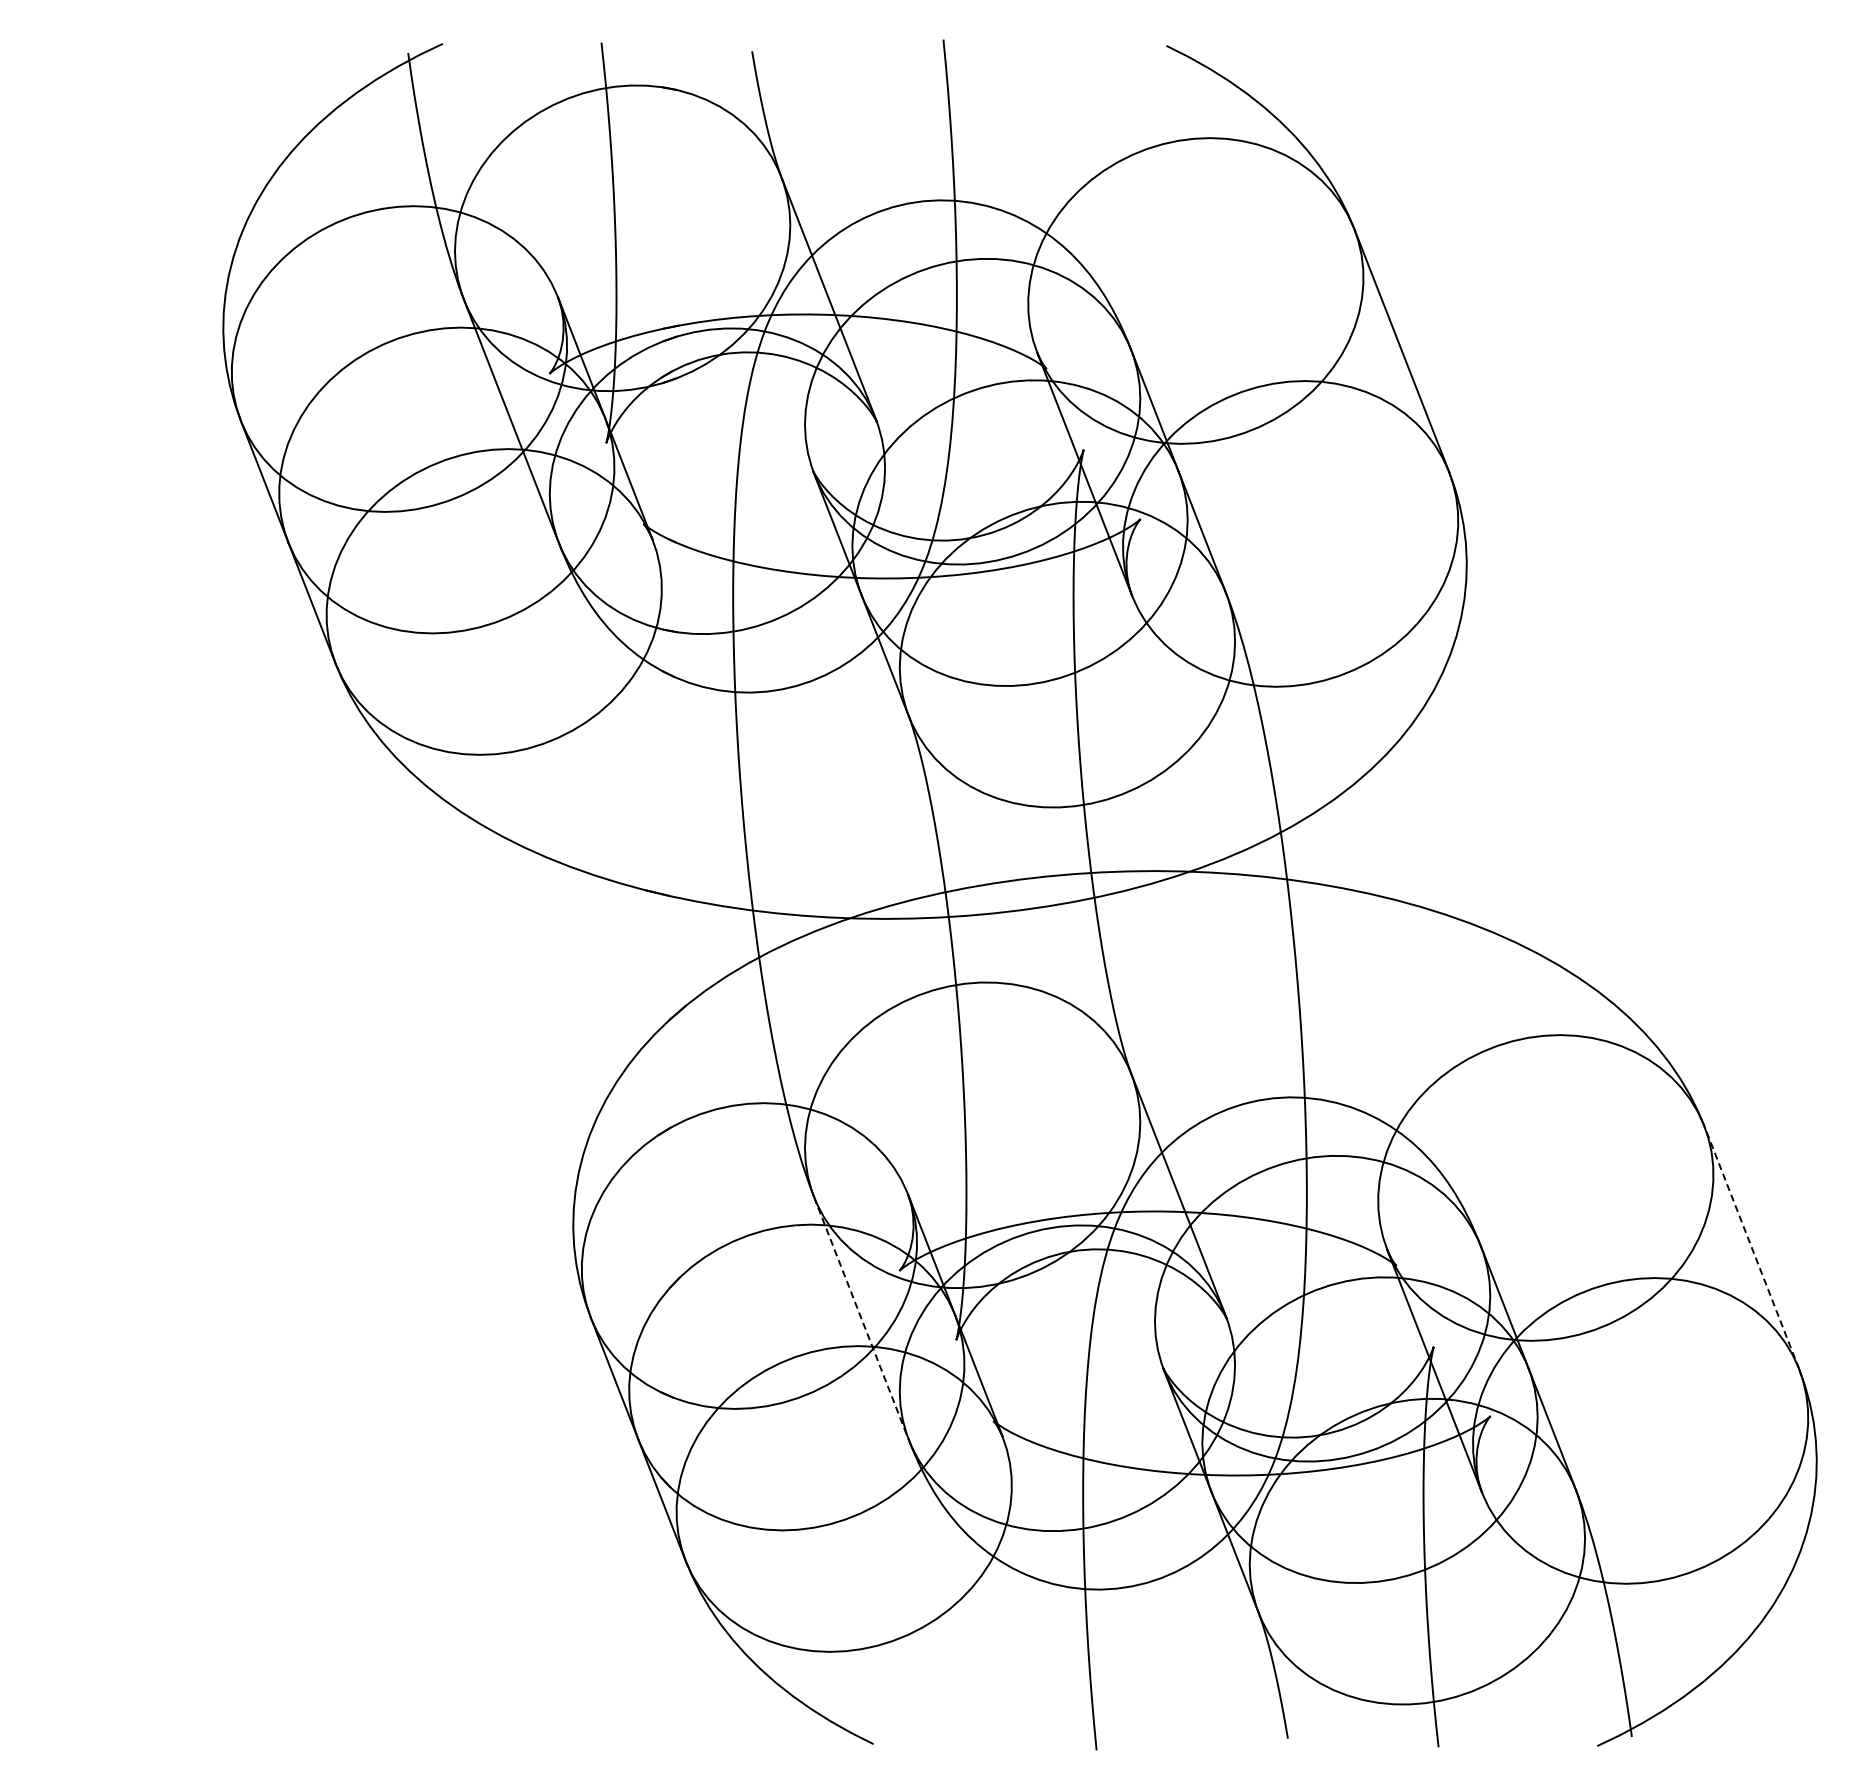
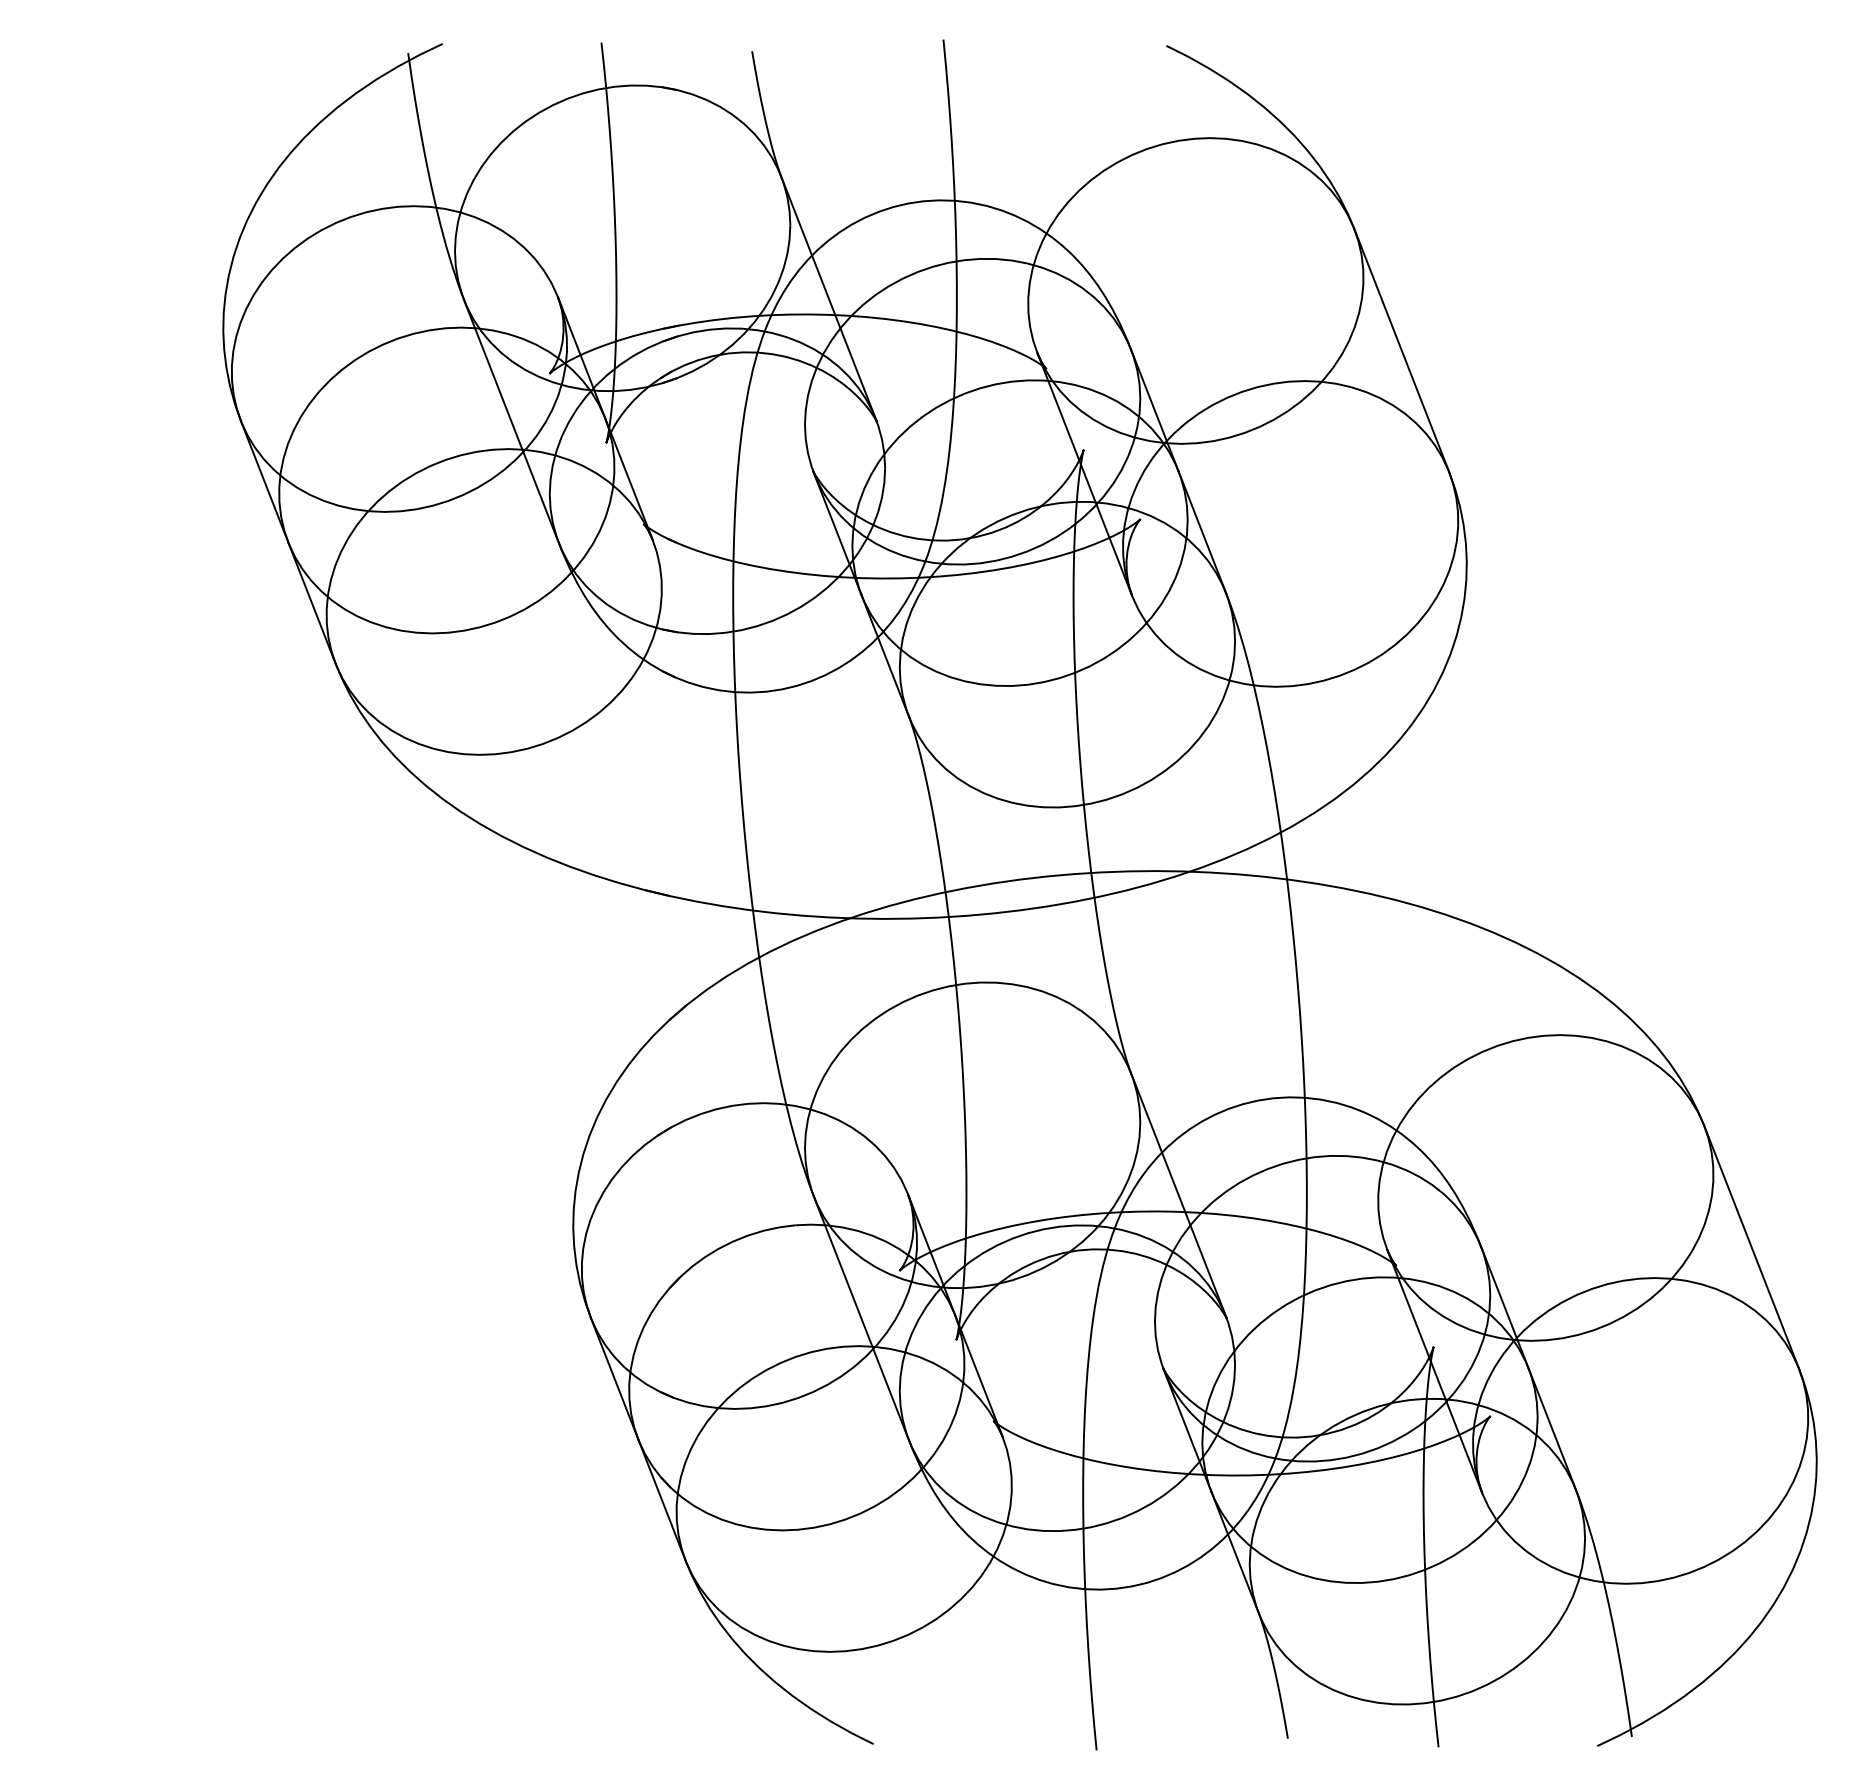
line at (1751, 1247): dashed -> solid
line at (861, 1319): dashed -> solid
